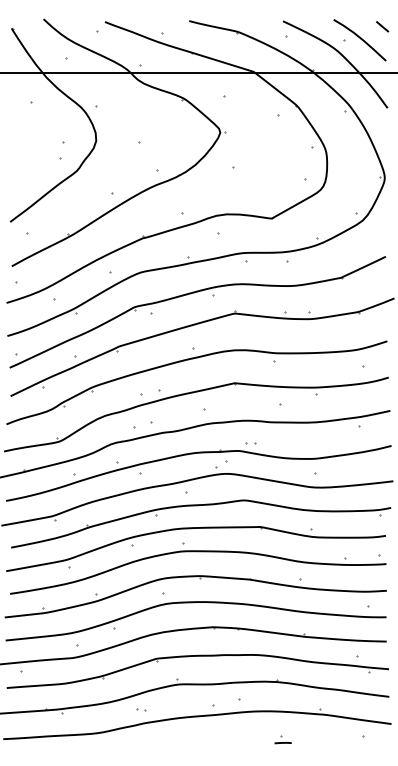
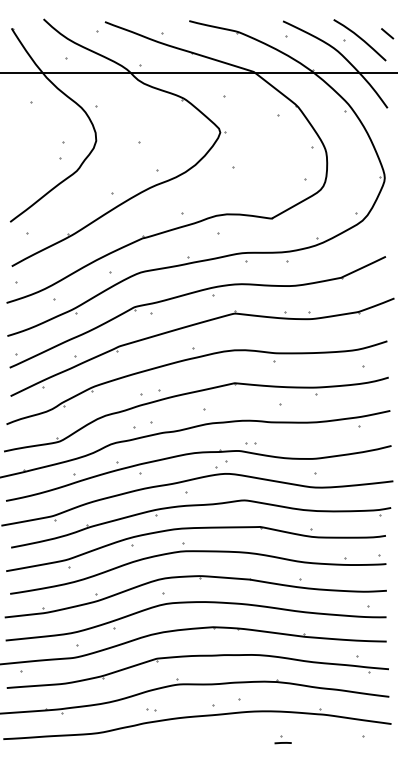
line at (382, 26) position: (382, 26) -> (387, 33)
part at (141, 709) position: (141, 709) -> (151, 709)
